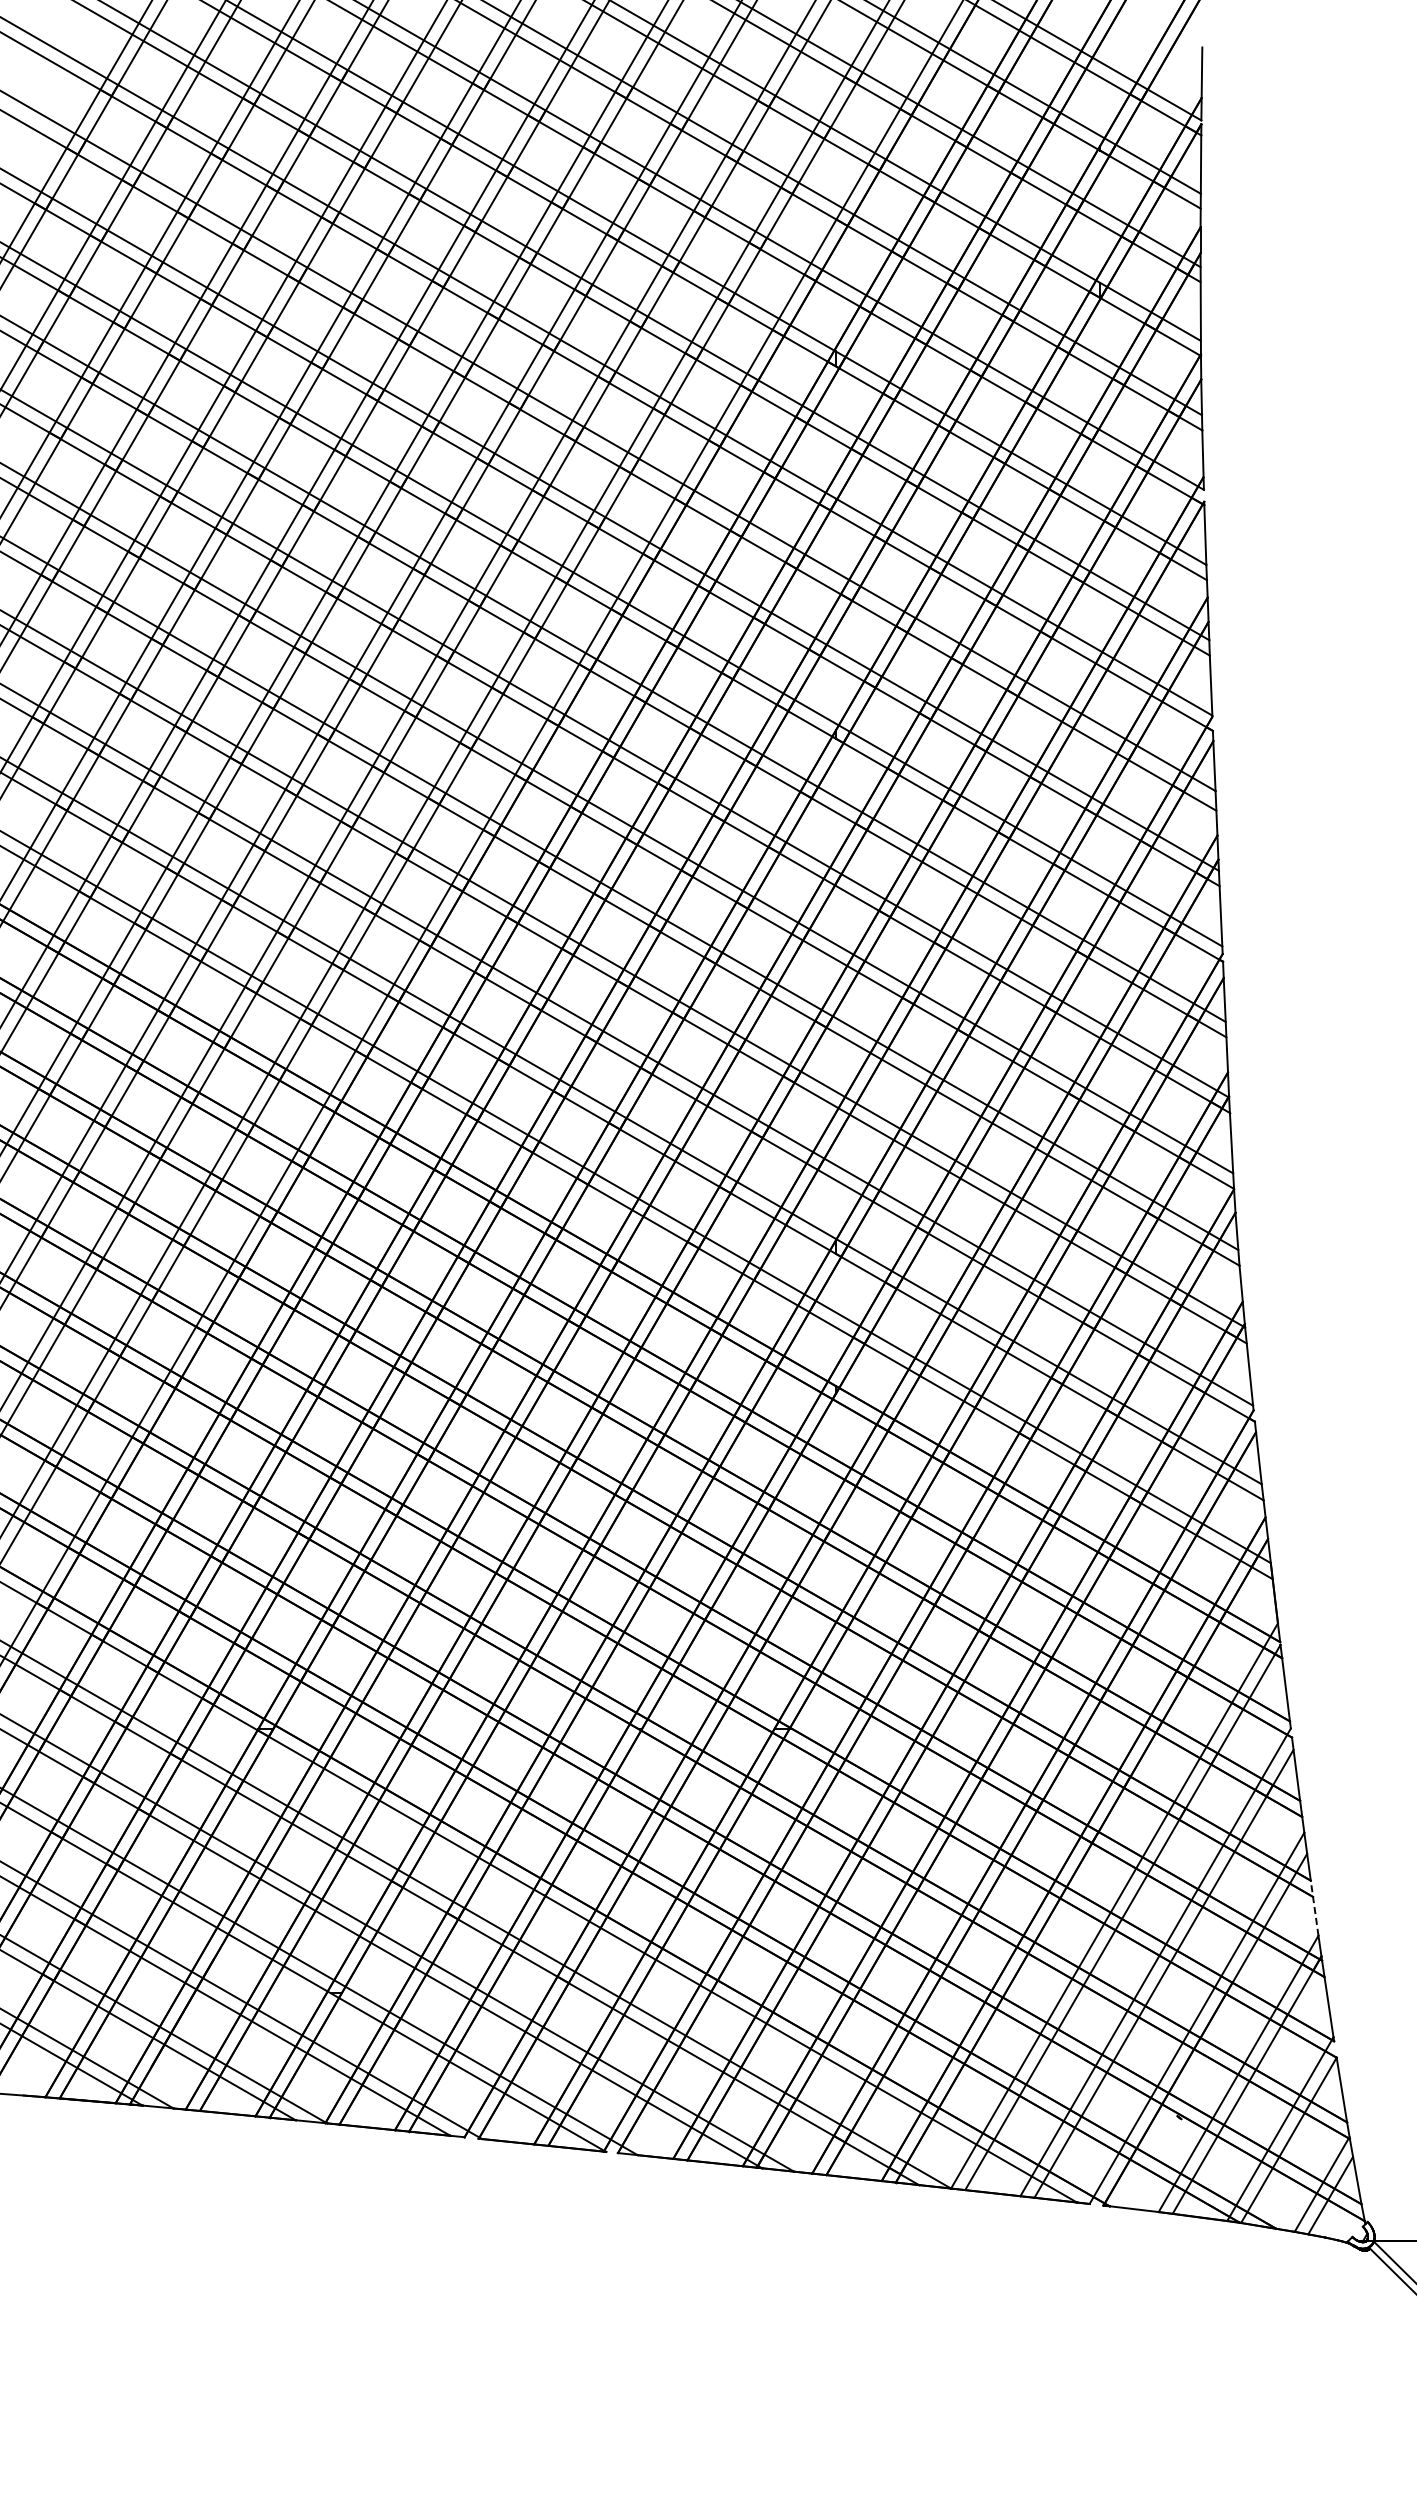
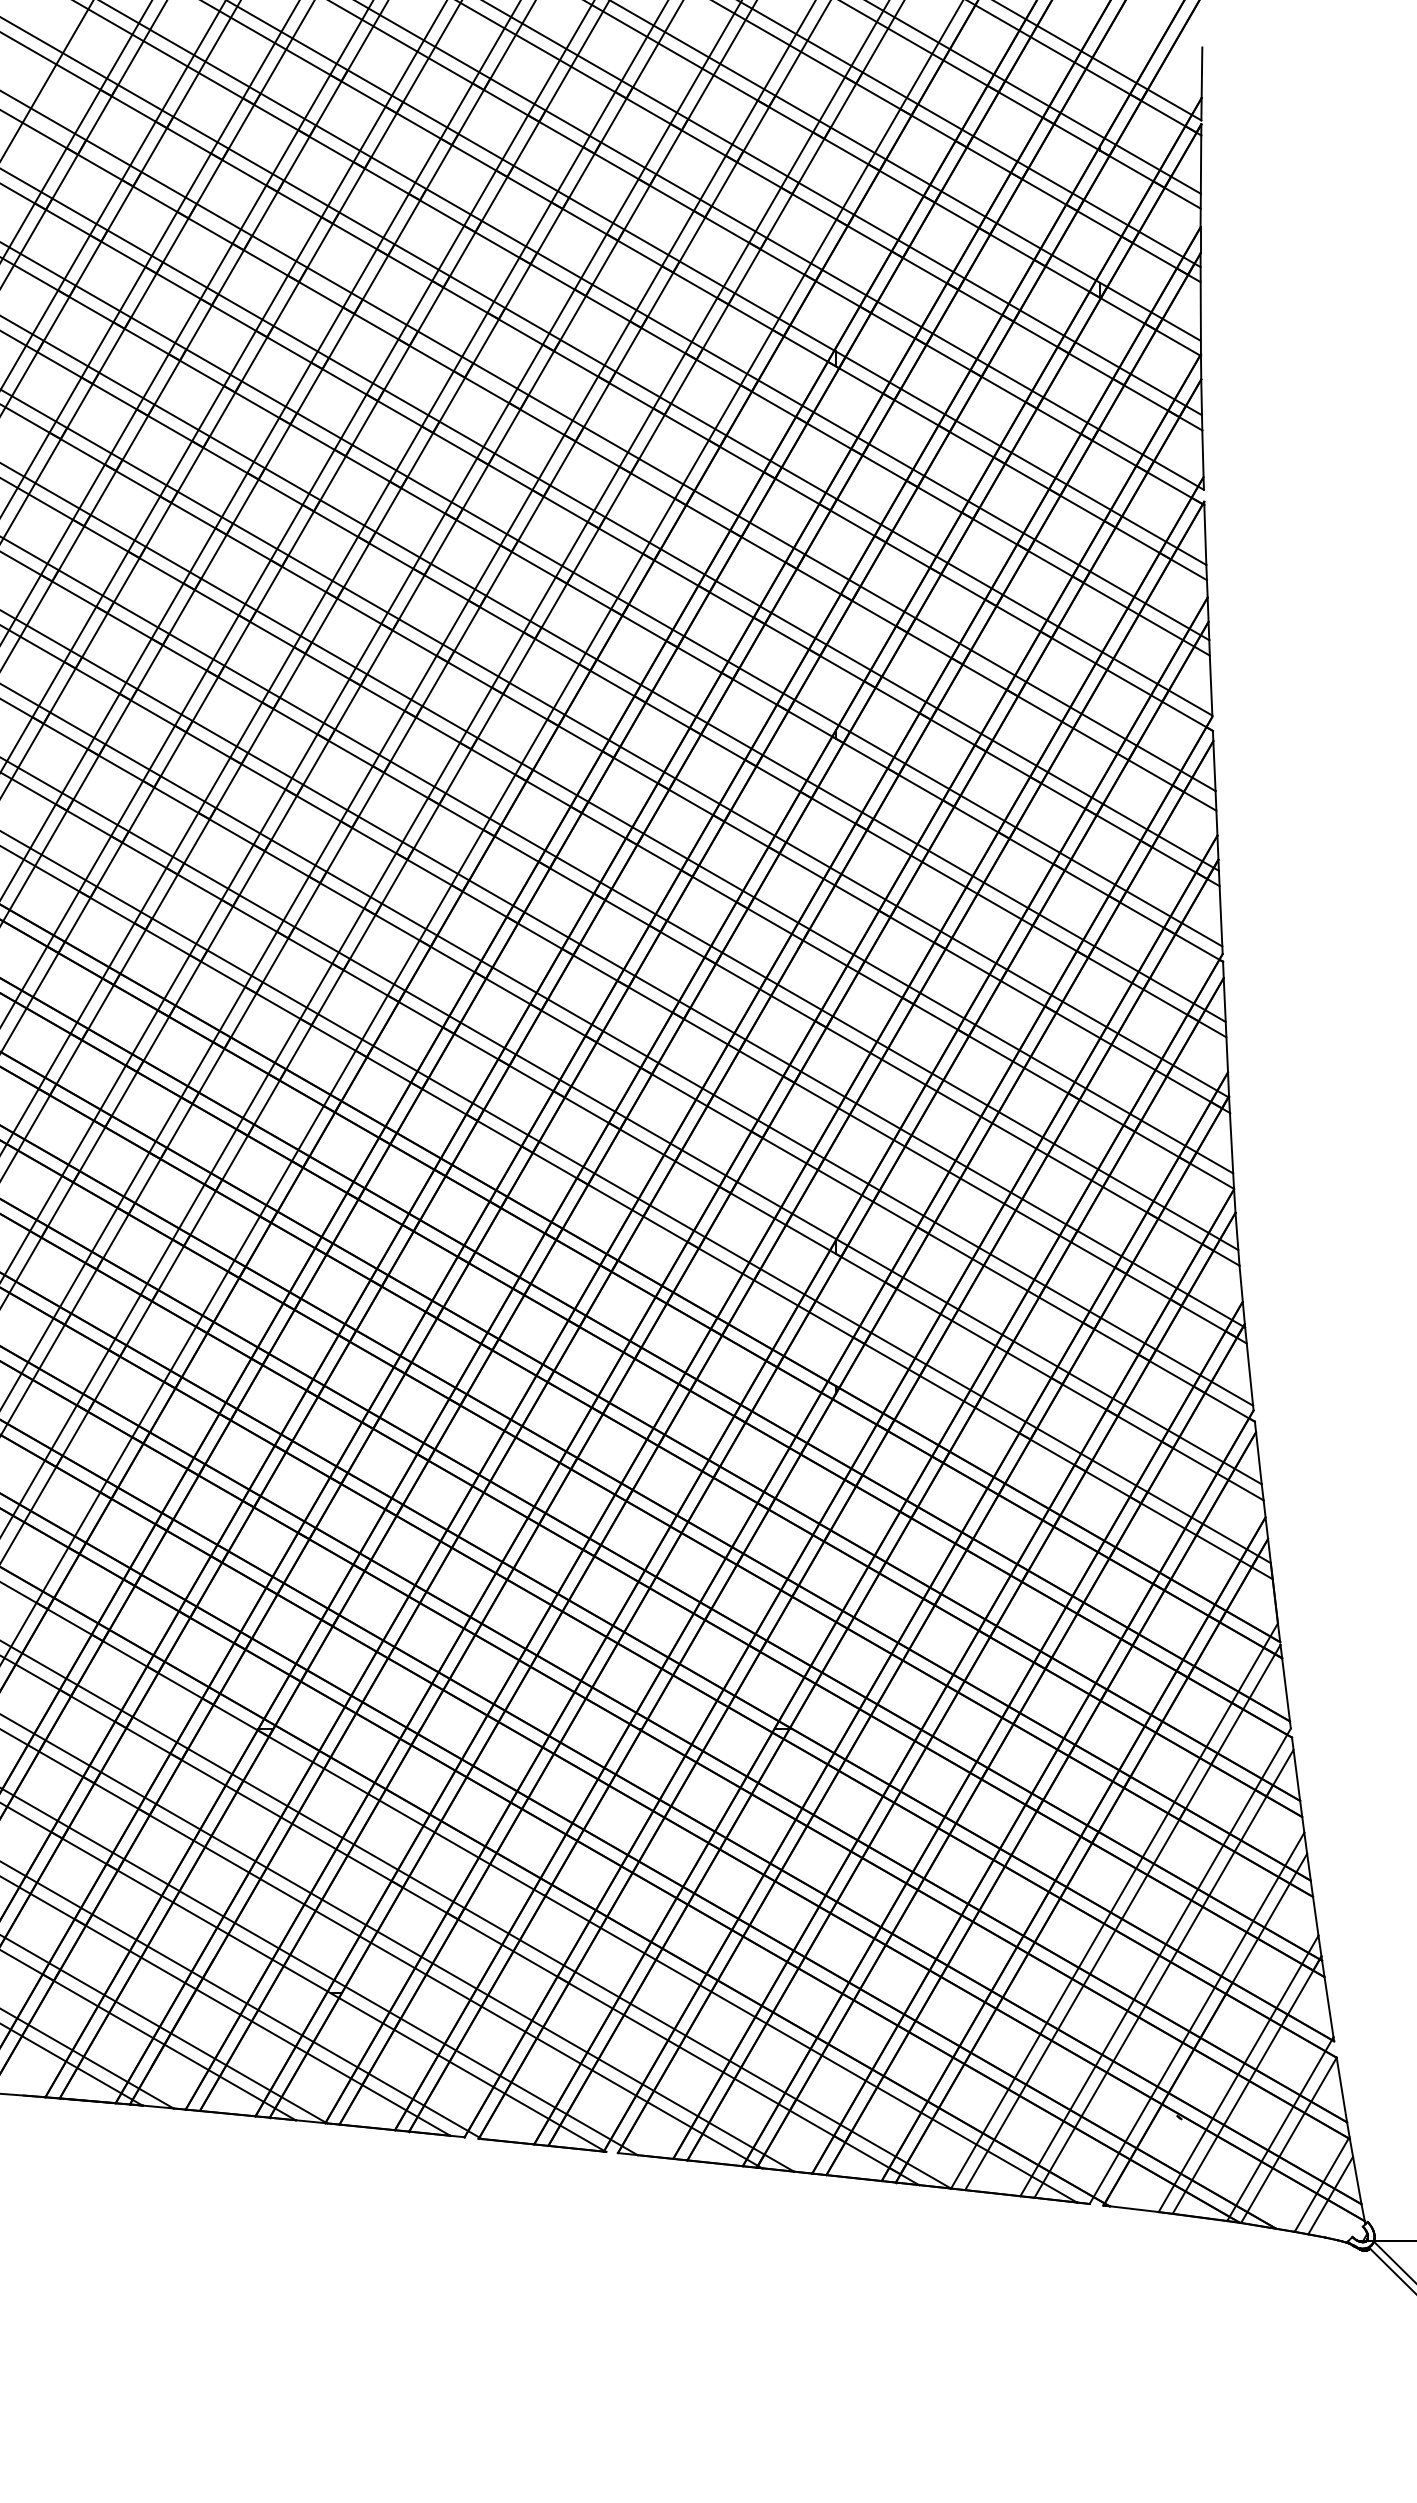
line at (47, 79): none -> present
line at (1314, 1908): dashed -> solid
